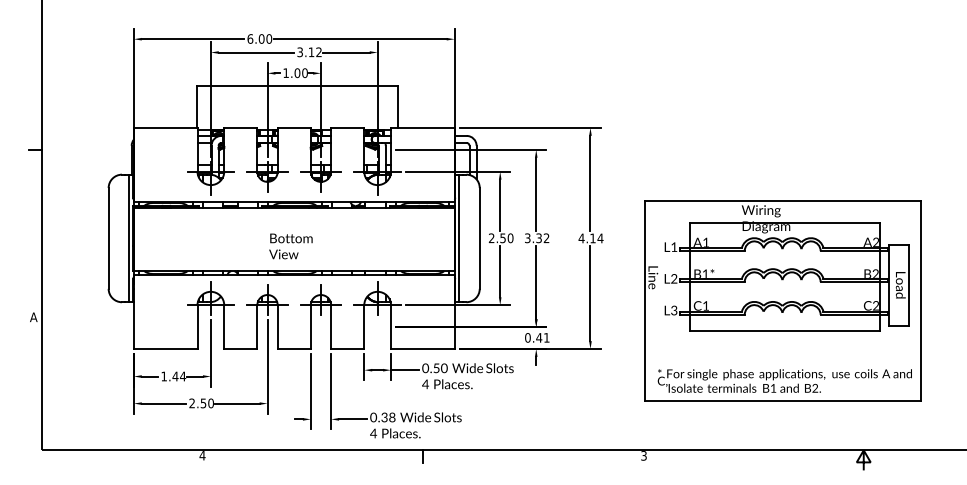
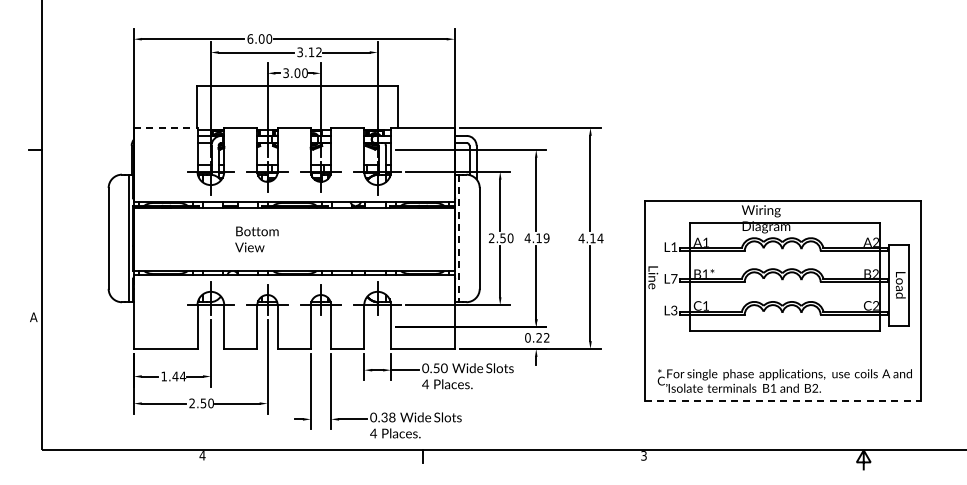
text at (285, 73): 1.00 -> 3.00
line at (165, 127): solid -> dashed
line at (459, 238): solid -> dashed
text at (536, 238): 3.32 -> 4.19
text at (290, 246) position: (290, 246) -> (256, 239)
text at (674, 278): L2 -> L7
text at (542, 337): 0.41 -> 0.22
line at (783, 401): solid -> dashed
